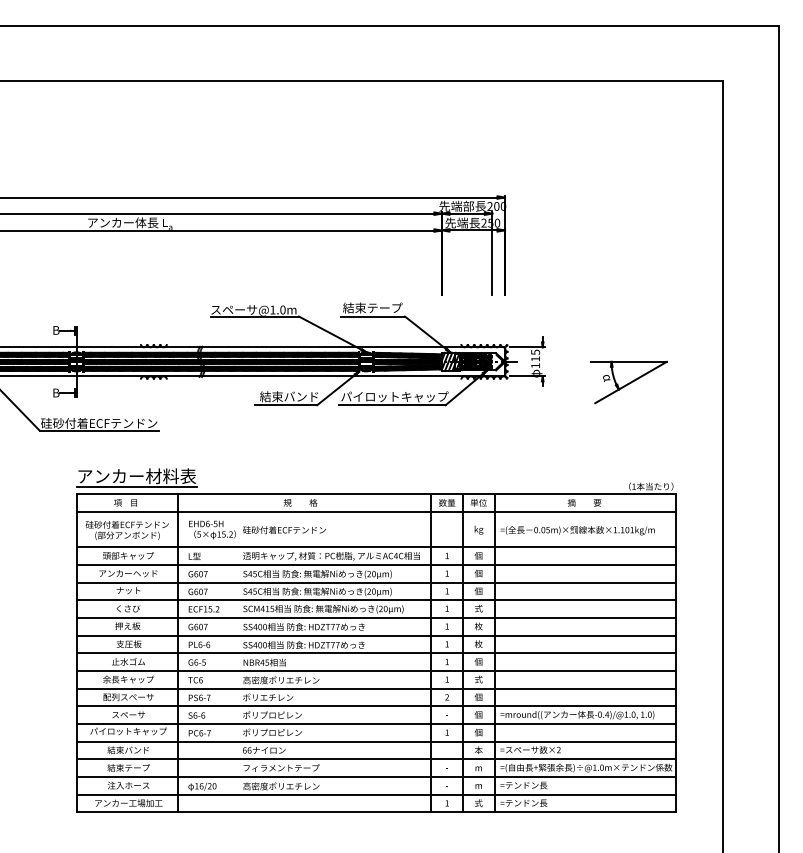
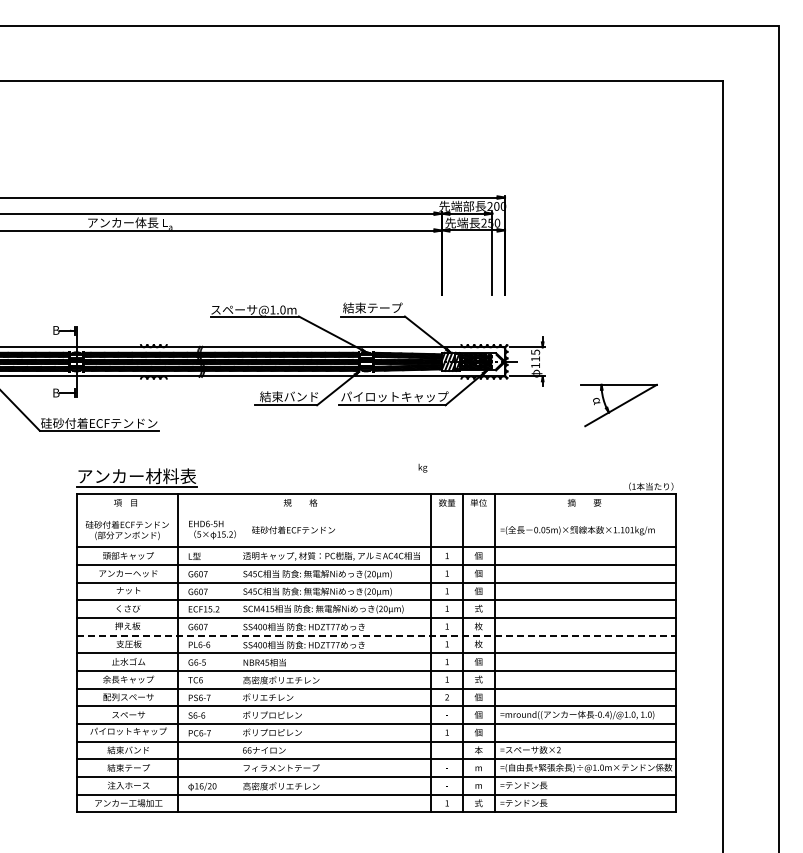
part at (628, 382) position: (628, 382) -> (618, 405)
line at (376, 511): present -> none
text at (478, 529) position: (478, 529) -> (422, 467)
text at (284, 530) position: (284, 530) -> (293, 530)
line at (376, 635): solid -> dashed
